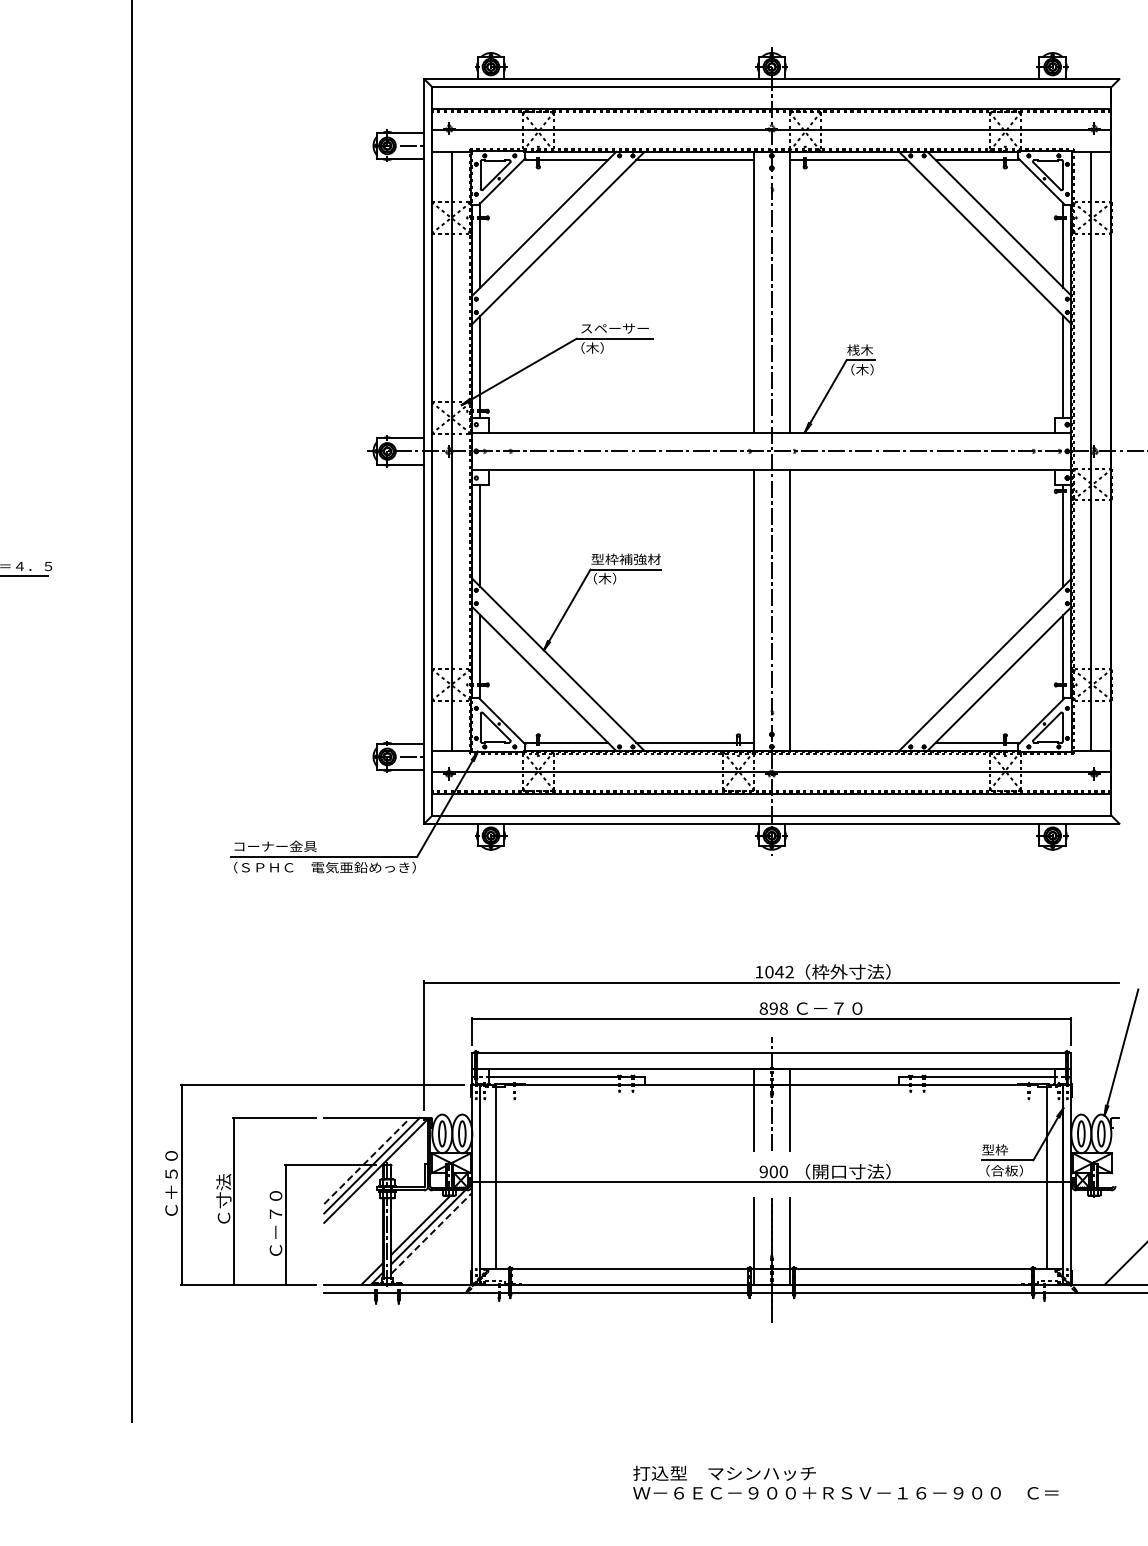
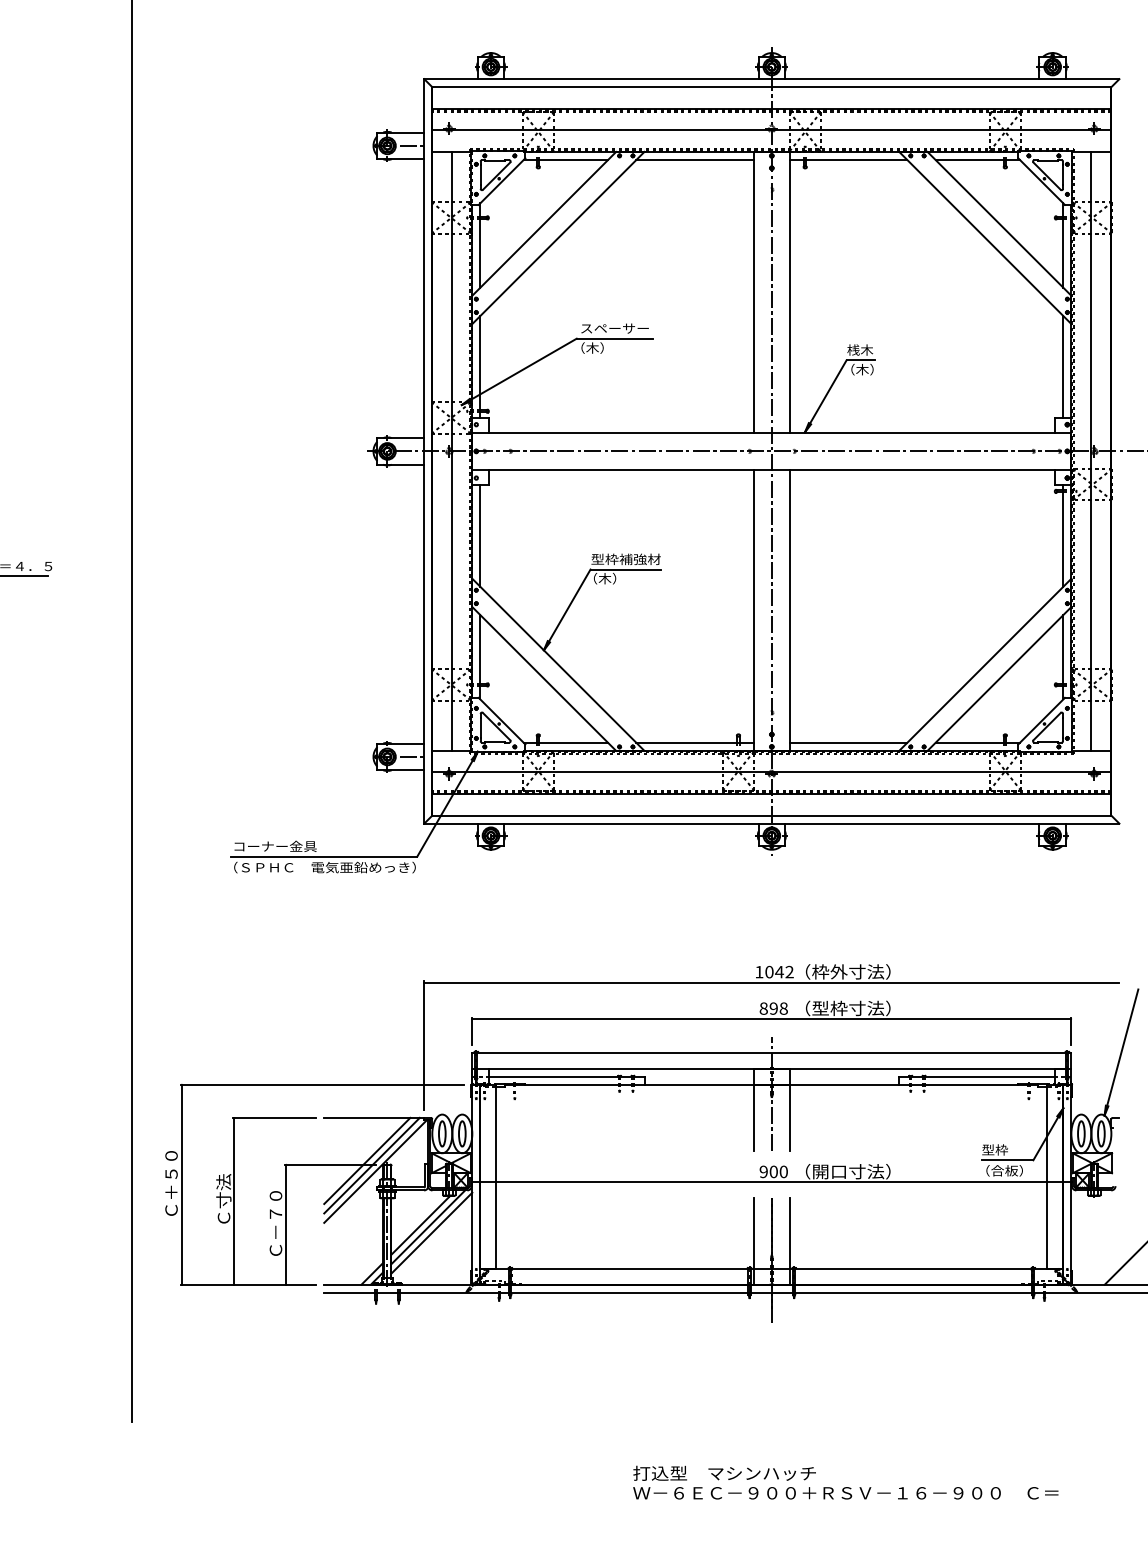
line at (848, 742): none -> present
text at (843, 1008): Ｃ－７０ -> （型枠寸法）
line at (367, 1160): dashed -> solid
line at (432, 1232): dashed -> solid
